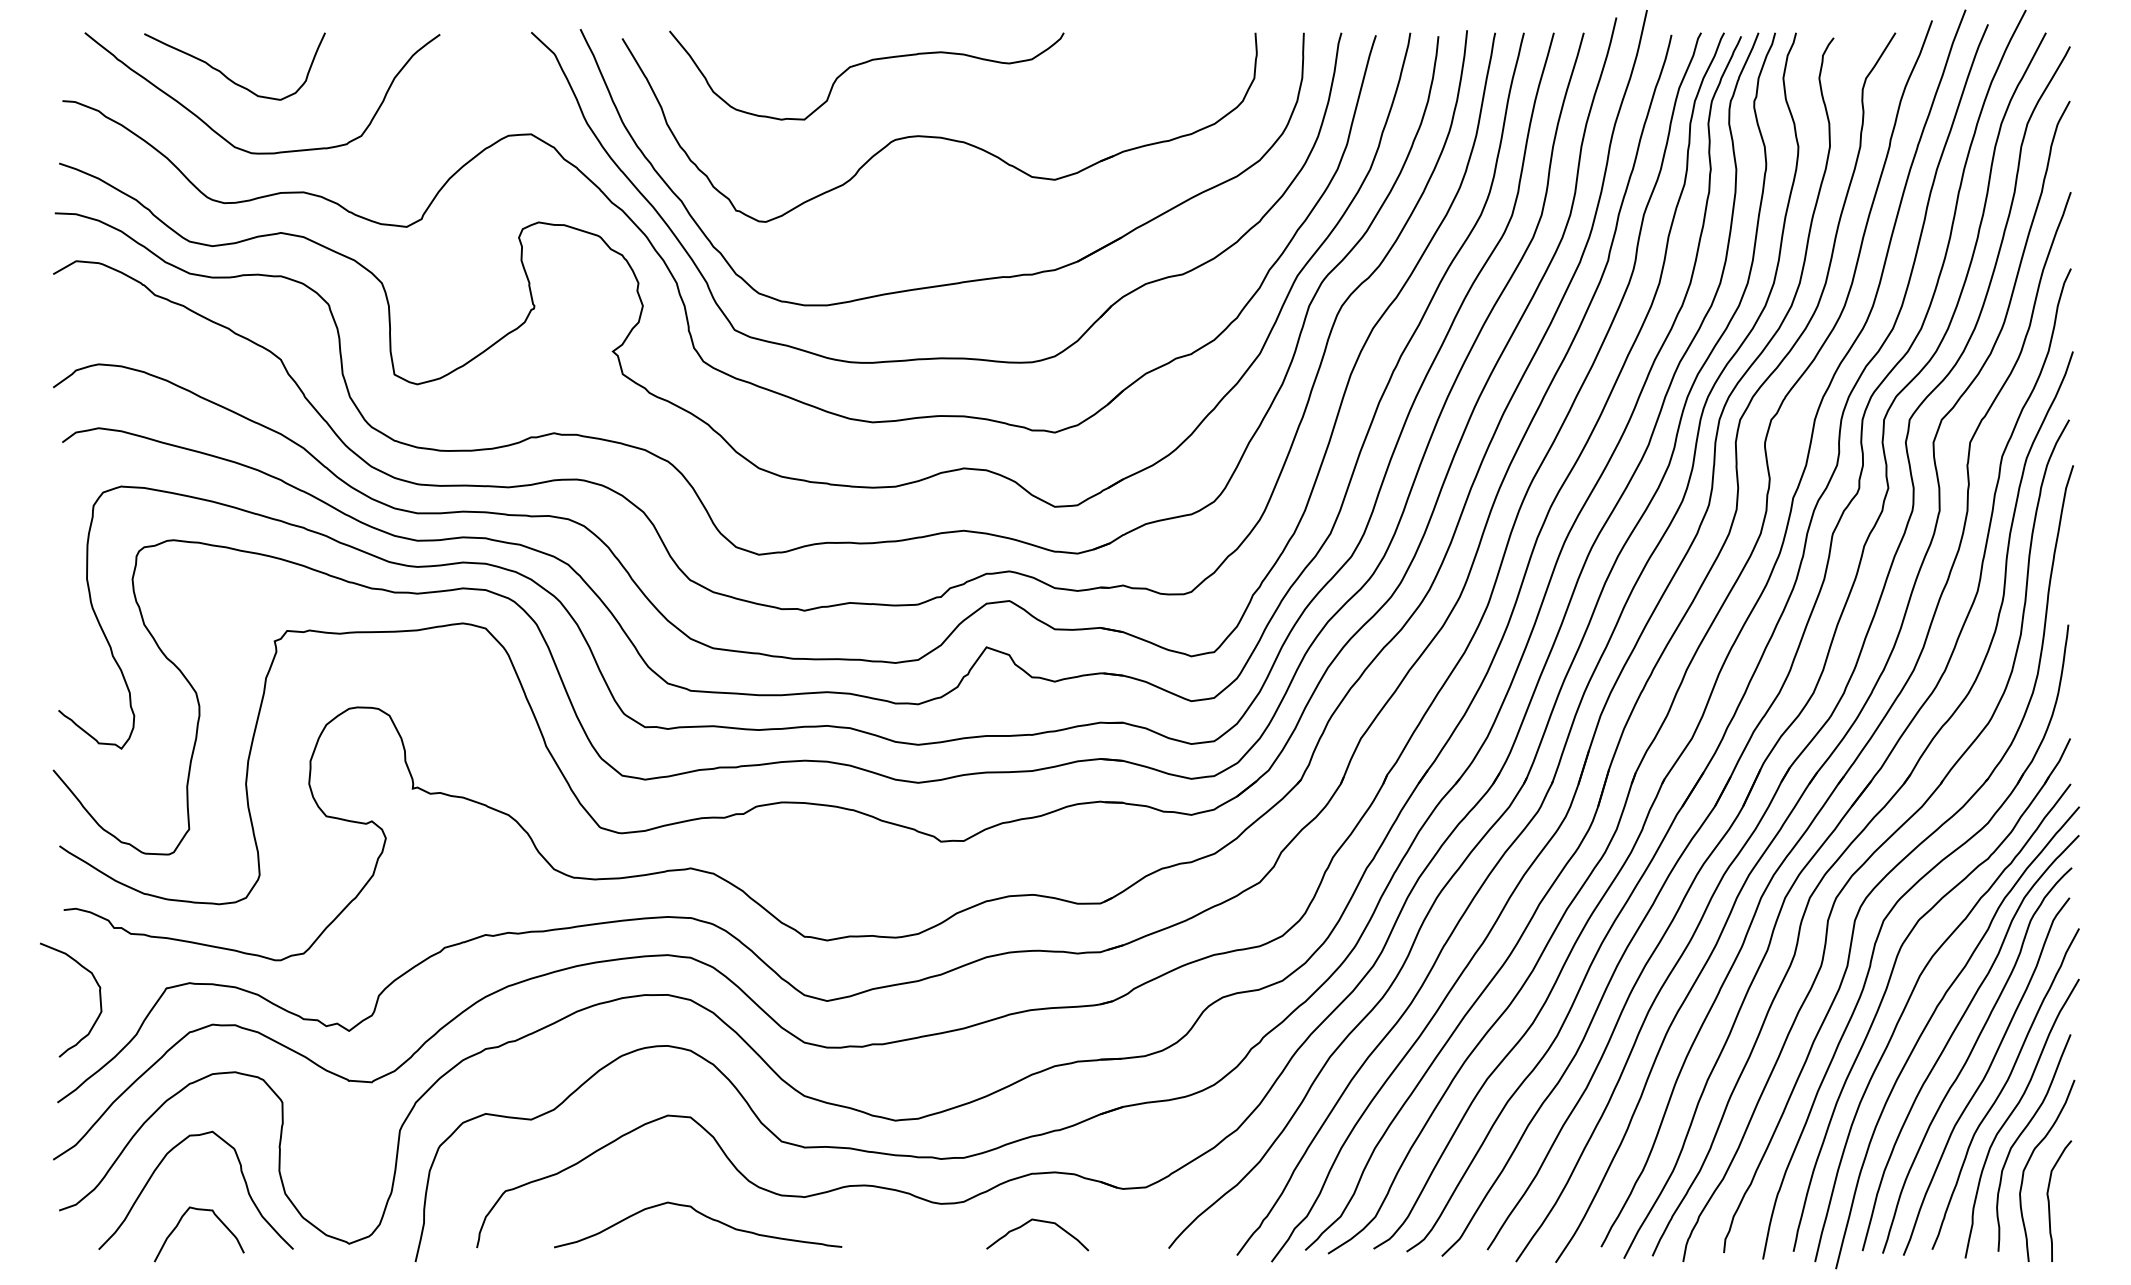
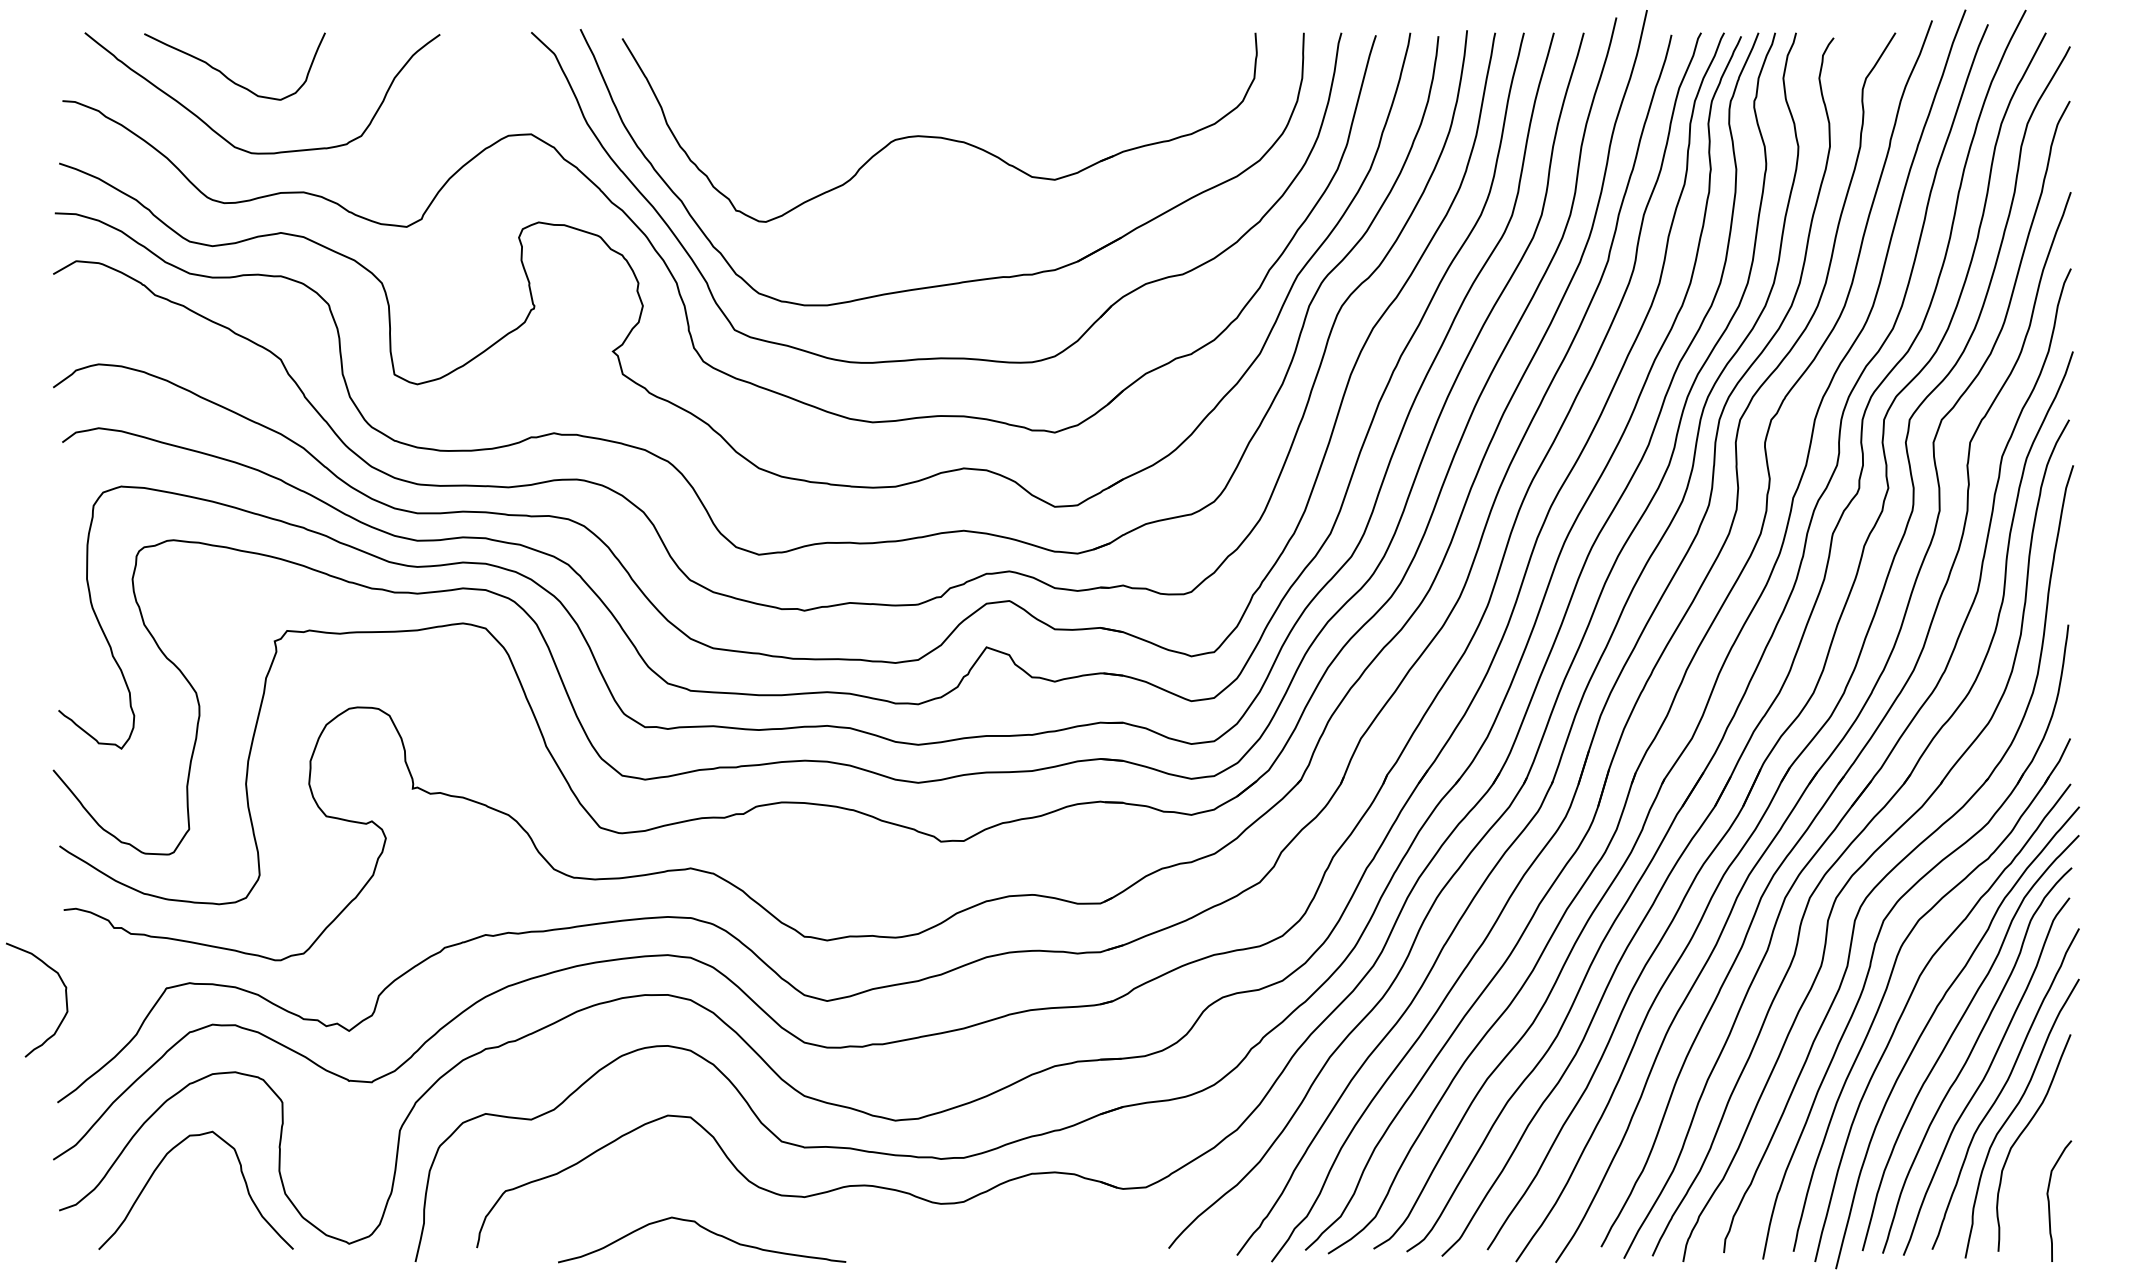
curve at (862, 64): present -> none
curve at (99, 999) position: (99, 999) -> (65, 999)
curve at (2029, 1161): present -> none
curve at (702, 1215) position: (702, 1215) -> (706, 1230)
curve at (181, 1220): present -> none
curve at (1037, 1221): present -> none
